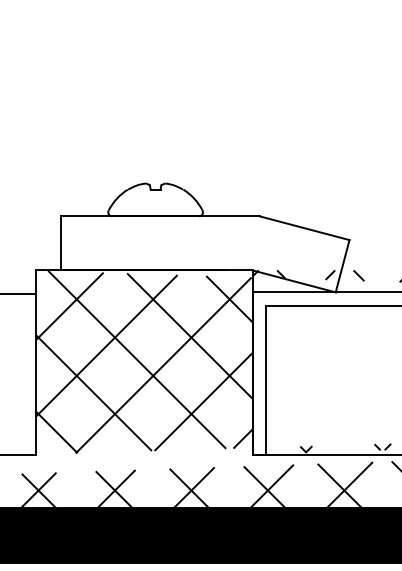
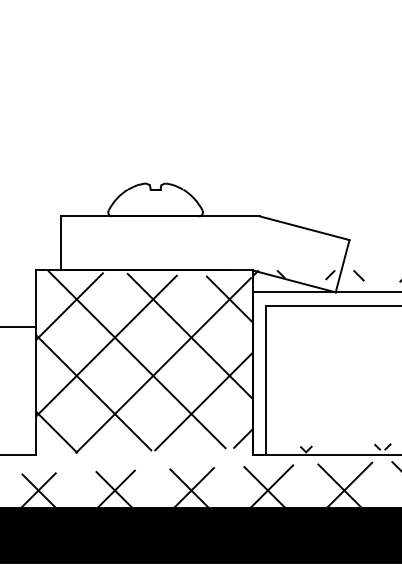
line at (19, 293) position: (19, 293) -> (19, 326)
